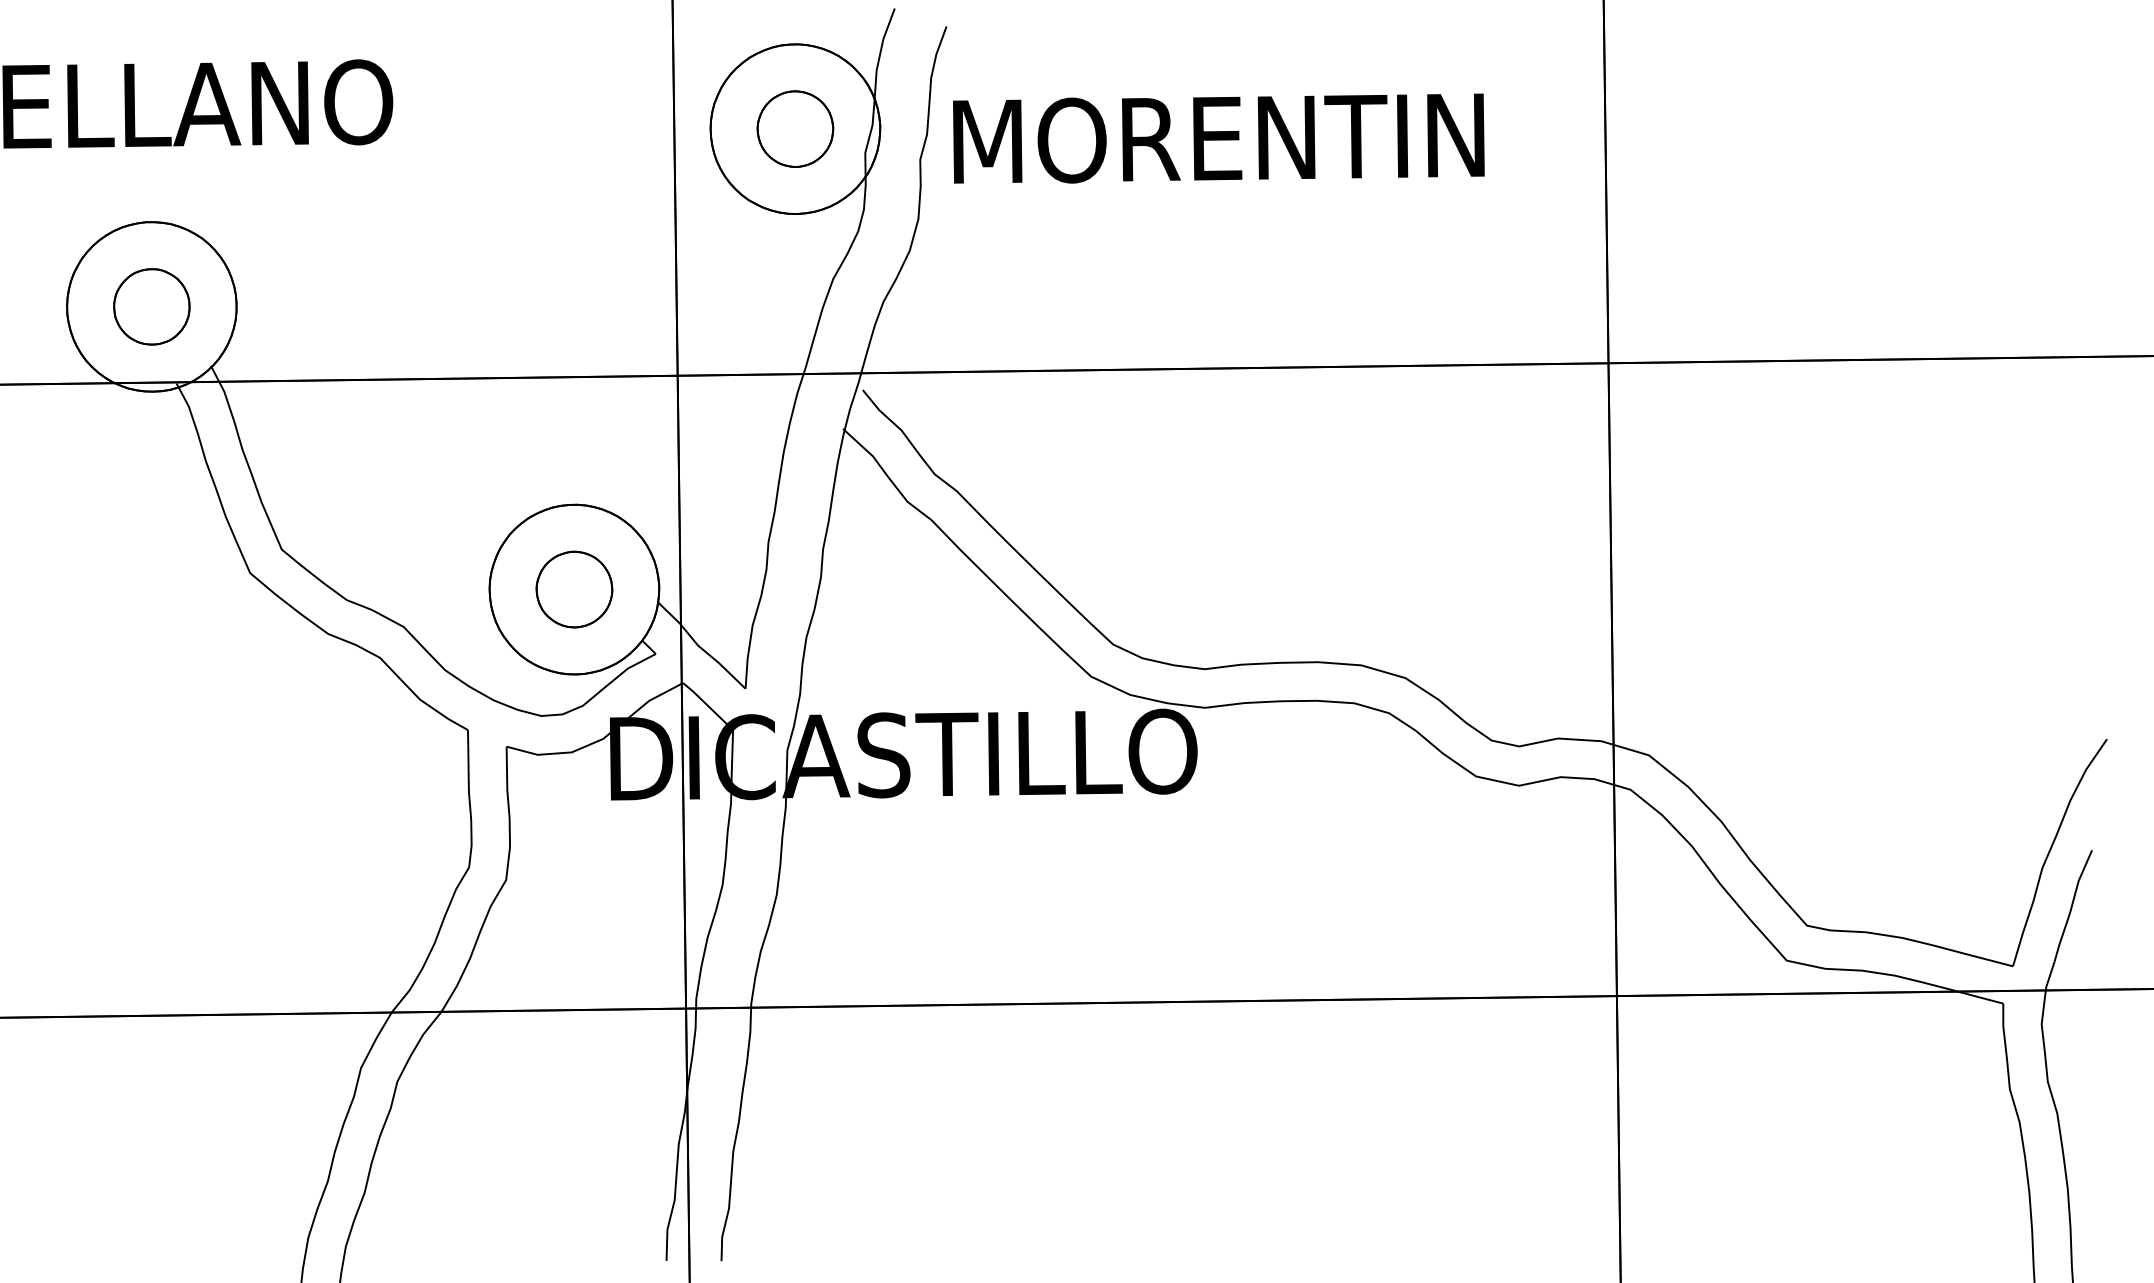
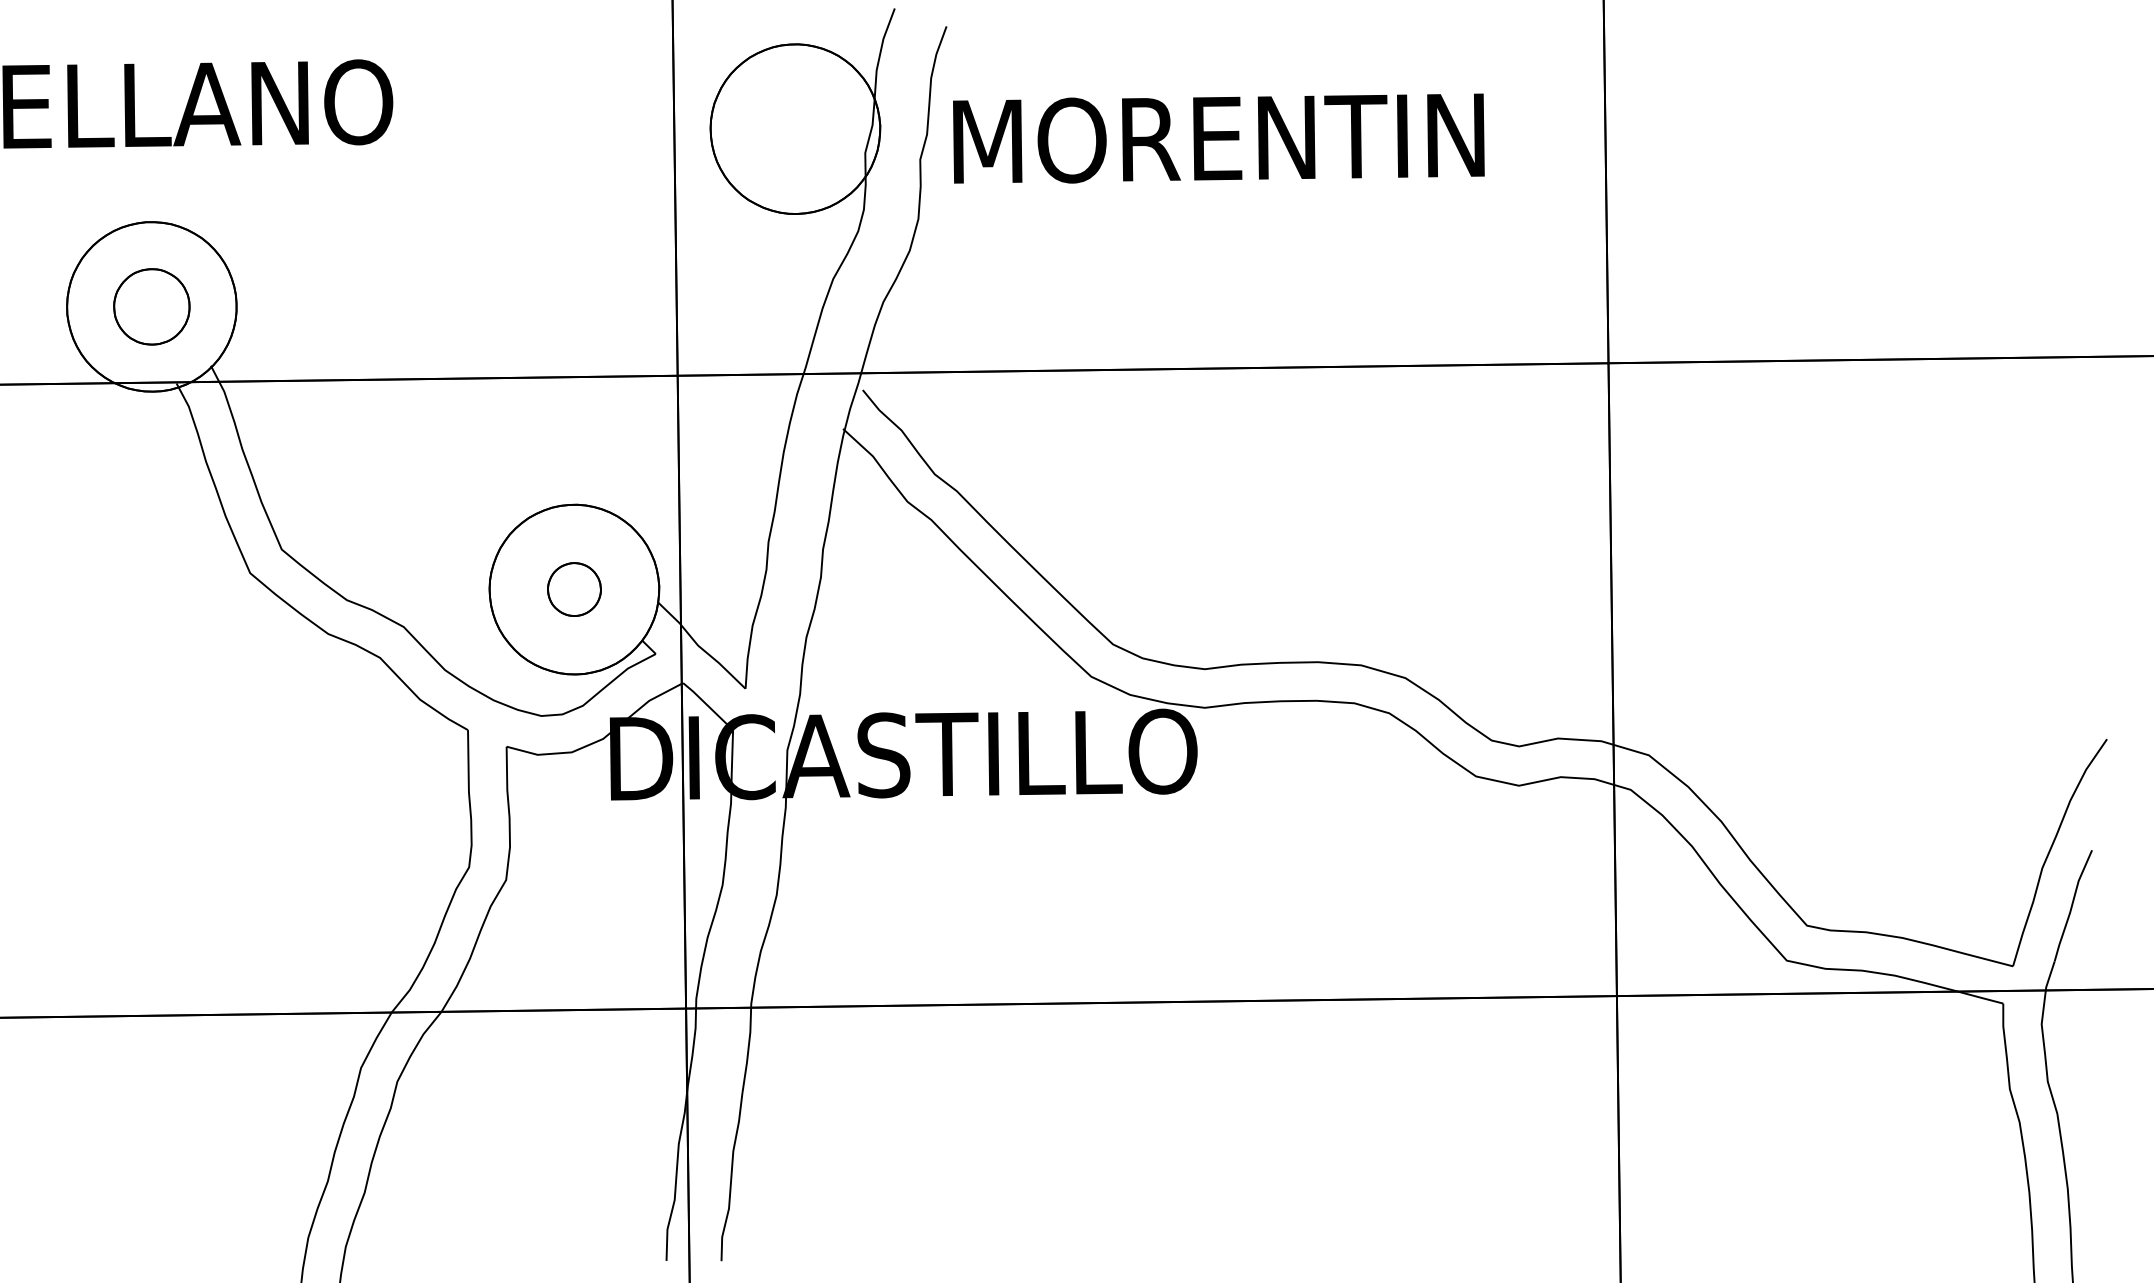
part at (795, 128): present -> none
part at (574, 589) size: 79x79 px -> 55x55 px
